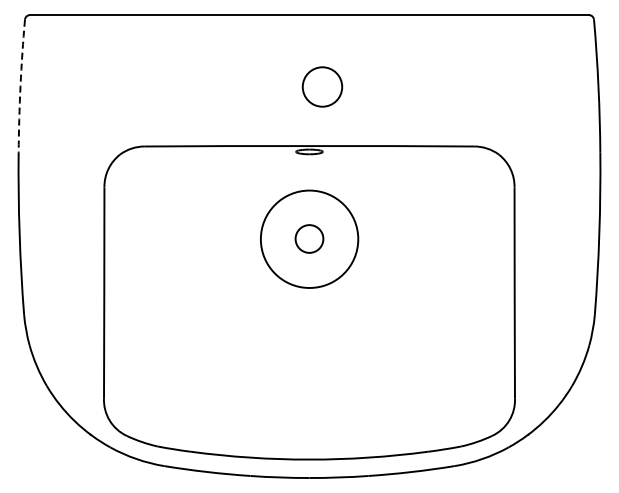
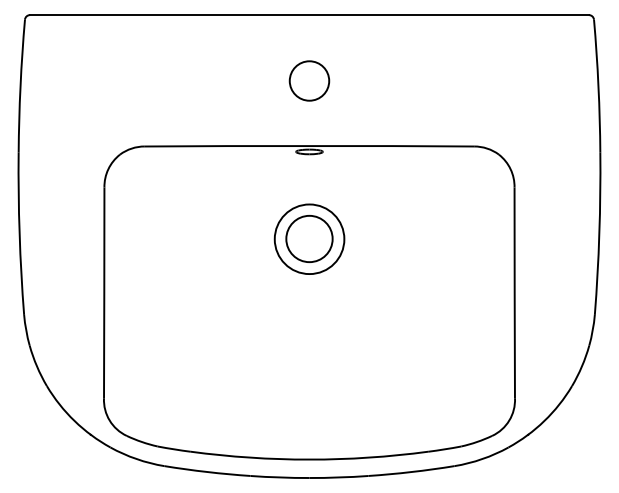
arc at (20, 86): dashed -> solid
circle at (322, 86) position: (322, 86) -> (309, 80)
circle at (309, 238) diameter: 28 px -> 46 px
circle at (309, 238) diameter: 97 px -> 70 px
